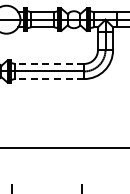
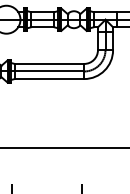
line at (49, 63): dashed -> solid
line at (49, 79): dashed -> solid
